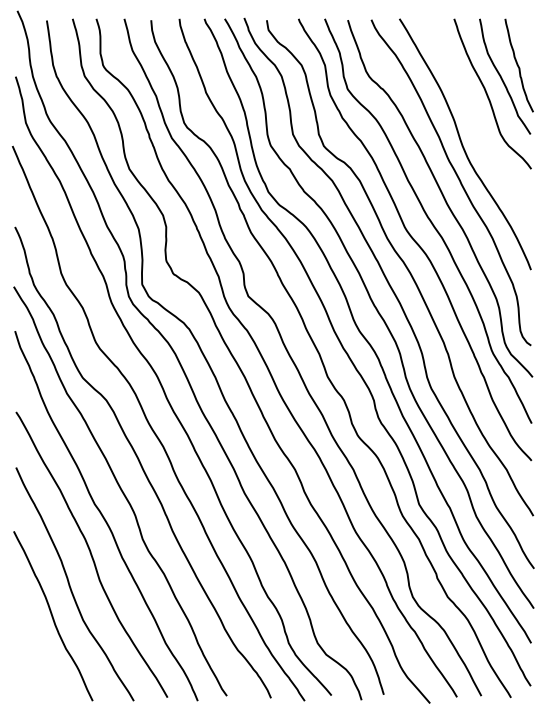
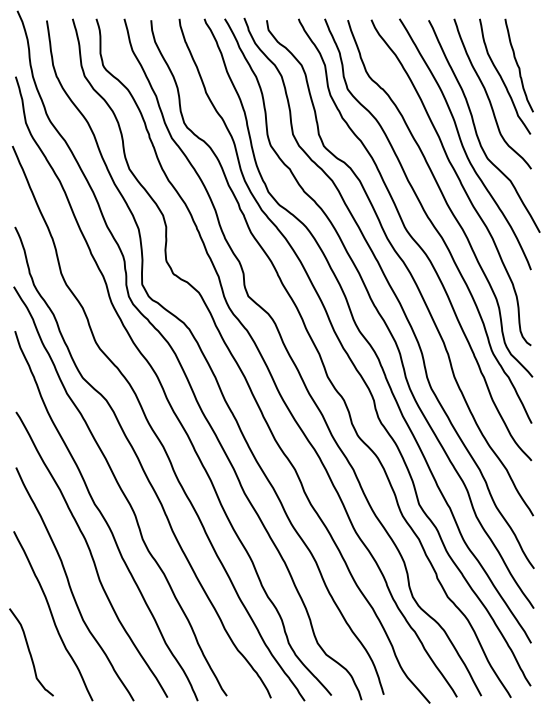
curve at (476, 129): none -> present
curve at (30, 652): none -> present
